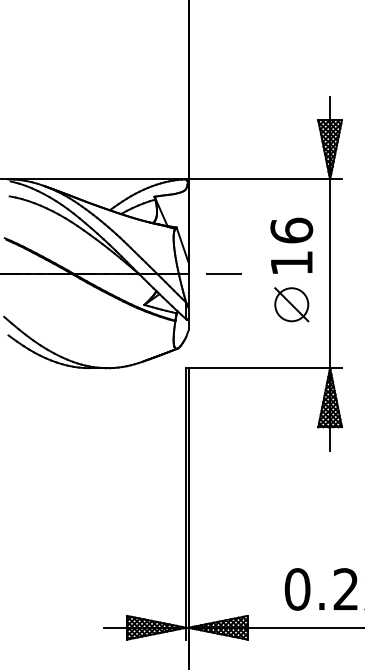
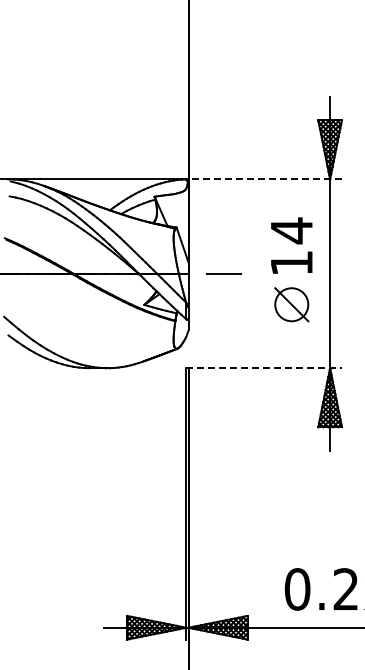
line at (264, 179): solid -> dashed
text at (291, 230): 16 -> 14
line at (264, 368): solid -> dashed
